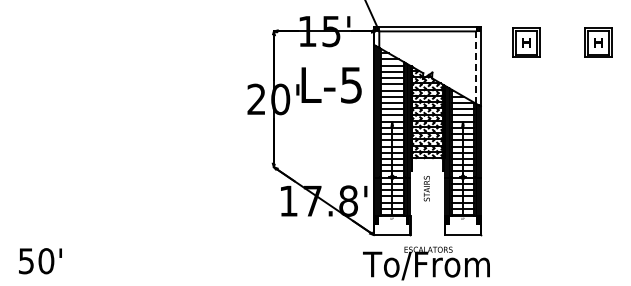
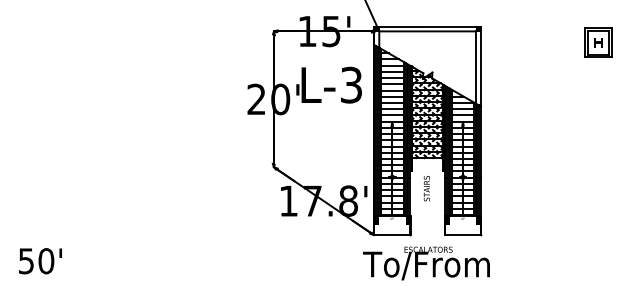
part at (526, 42): present -> none
line at (476, 68): dashed -> solid
text at (351, 84): L-5 -> L-3
